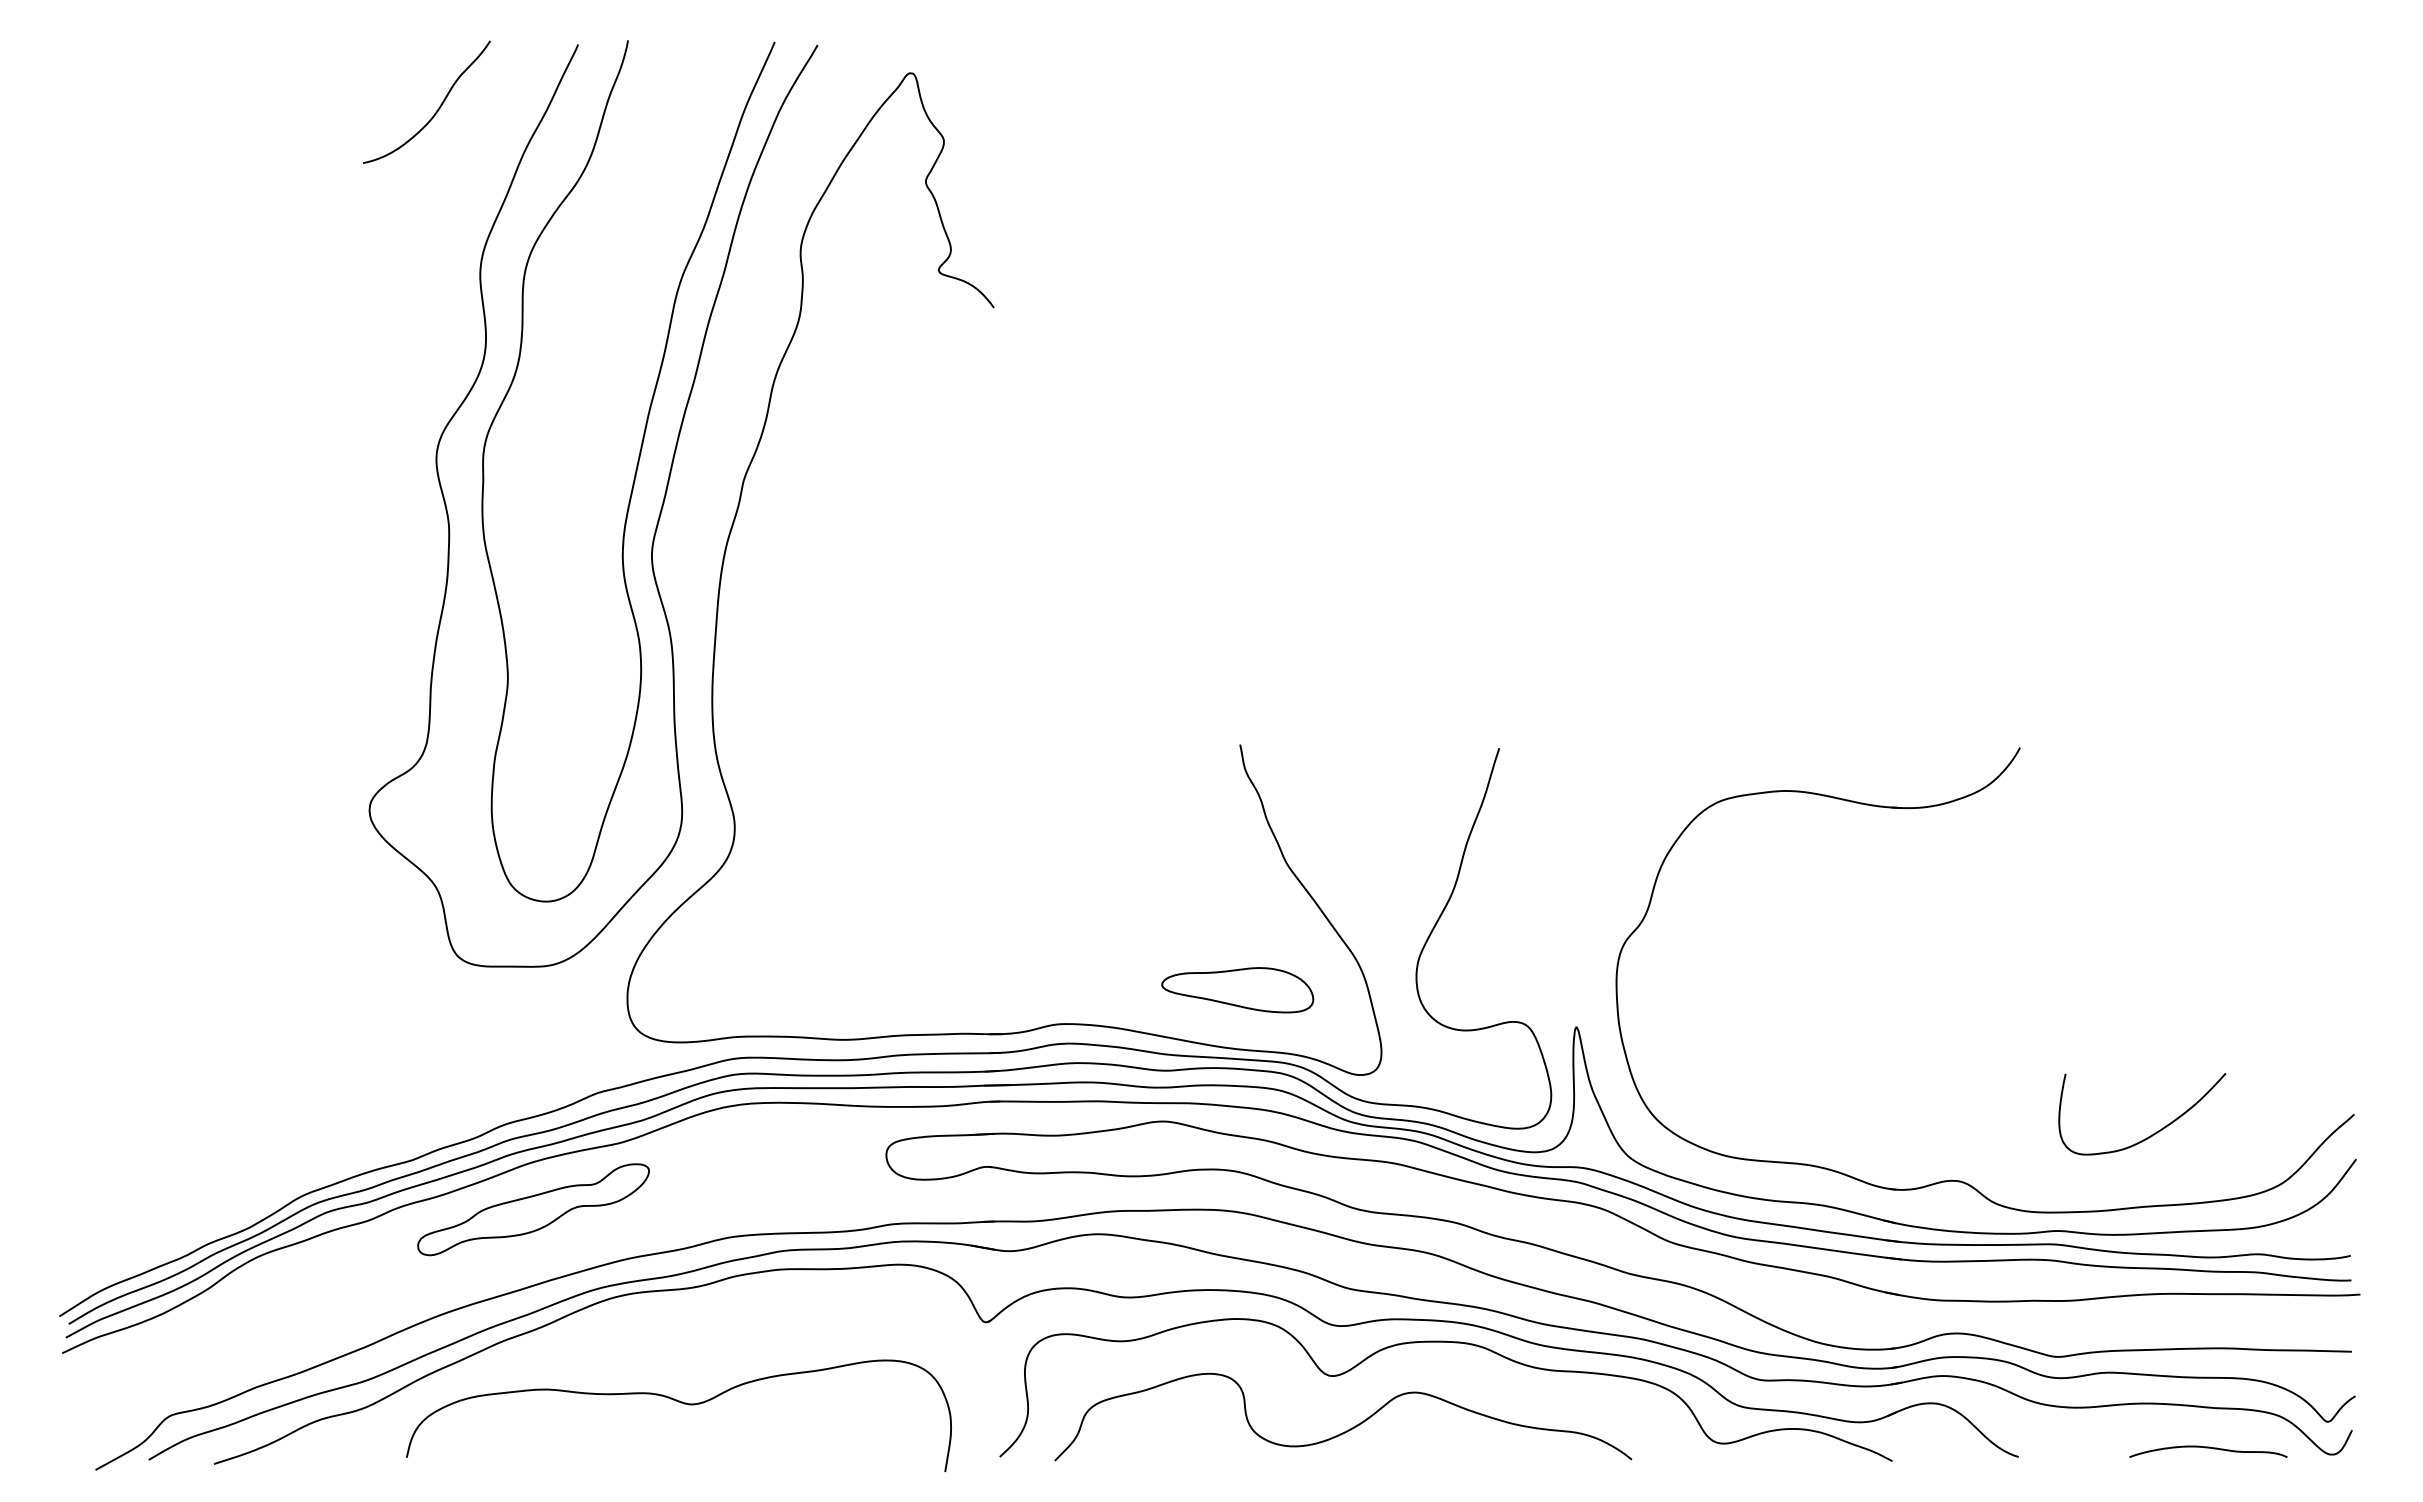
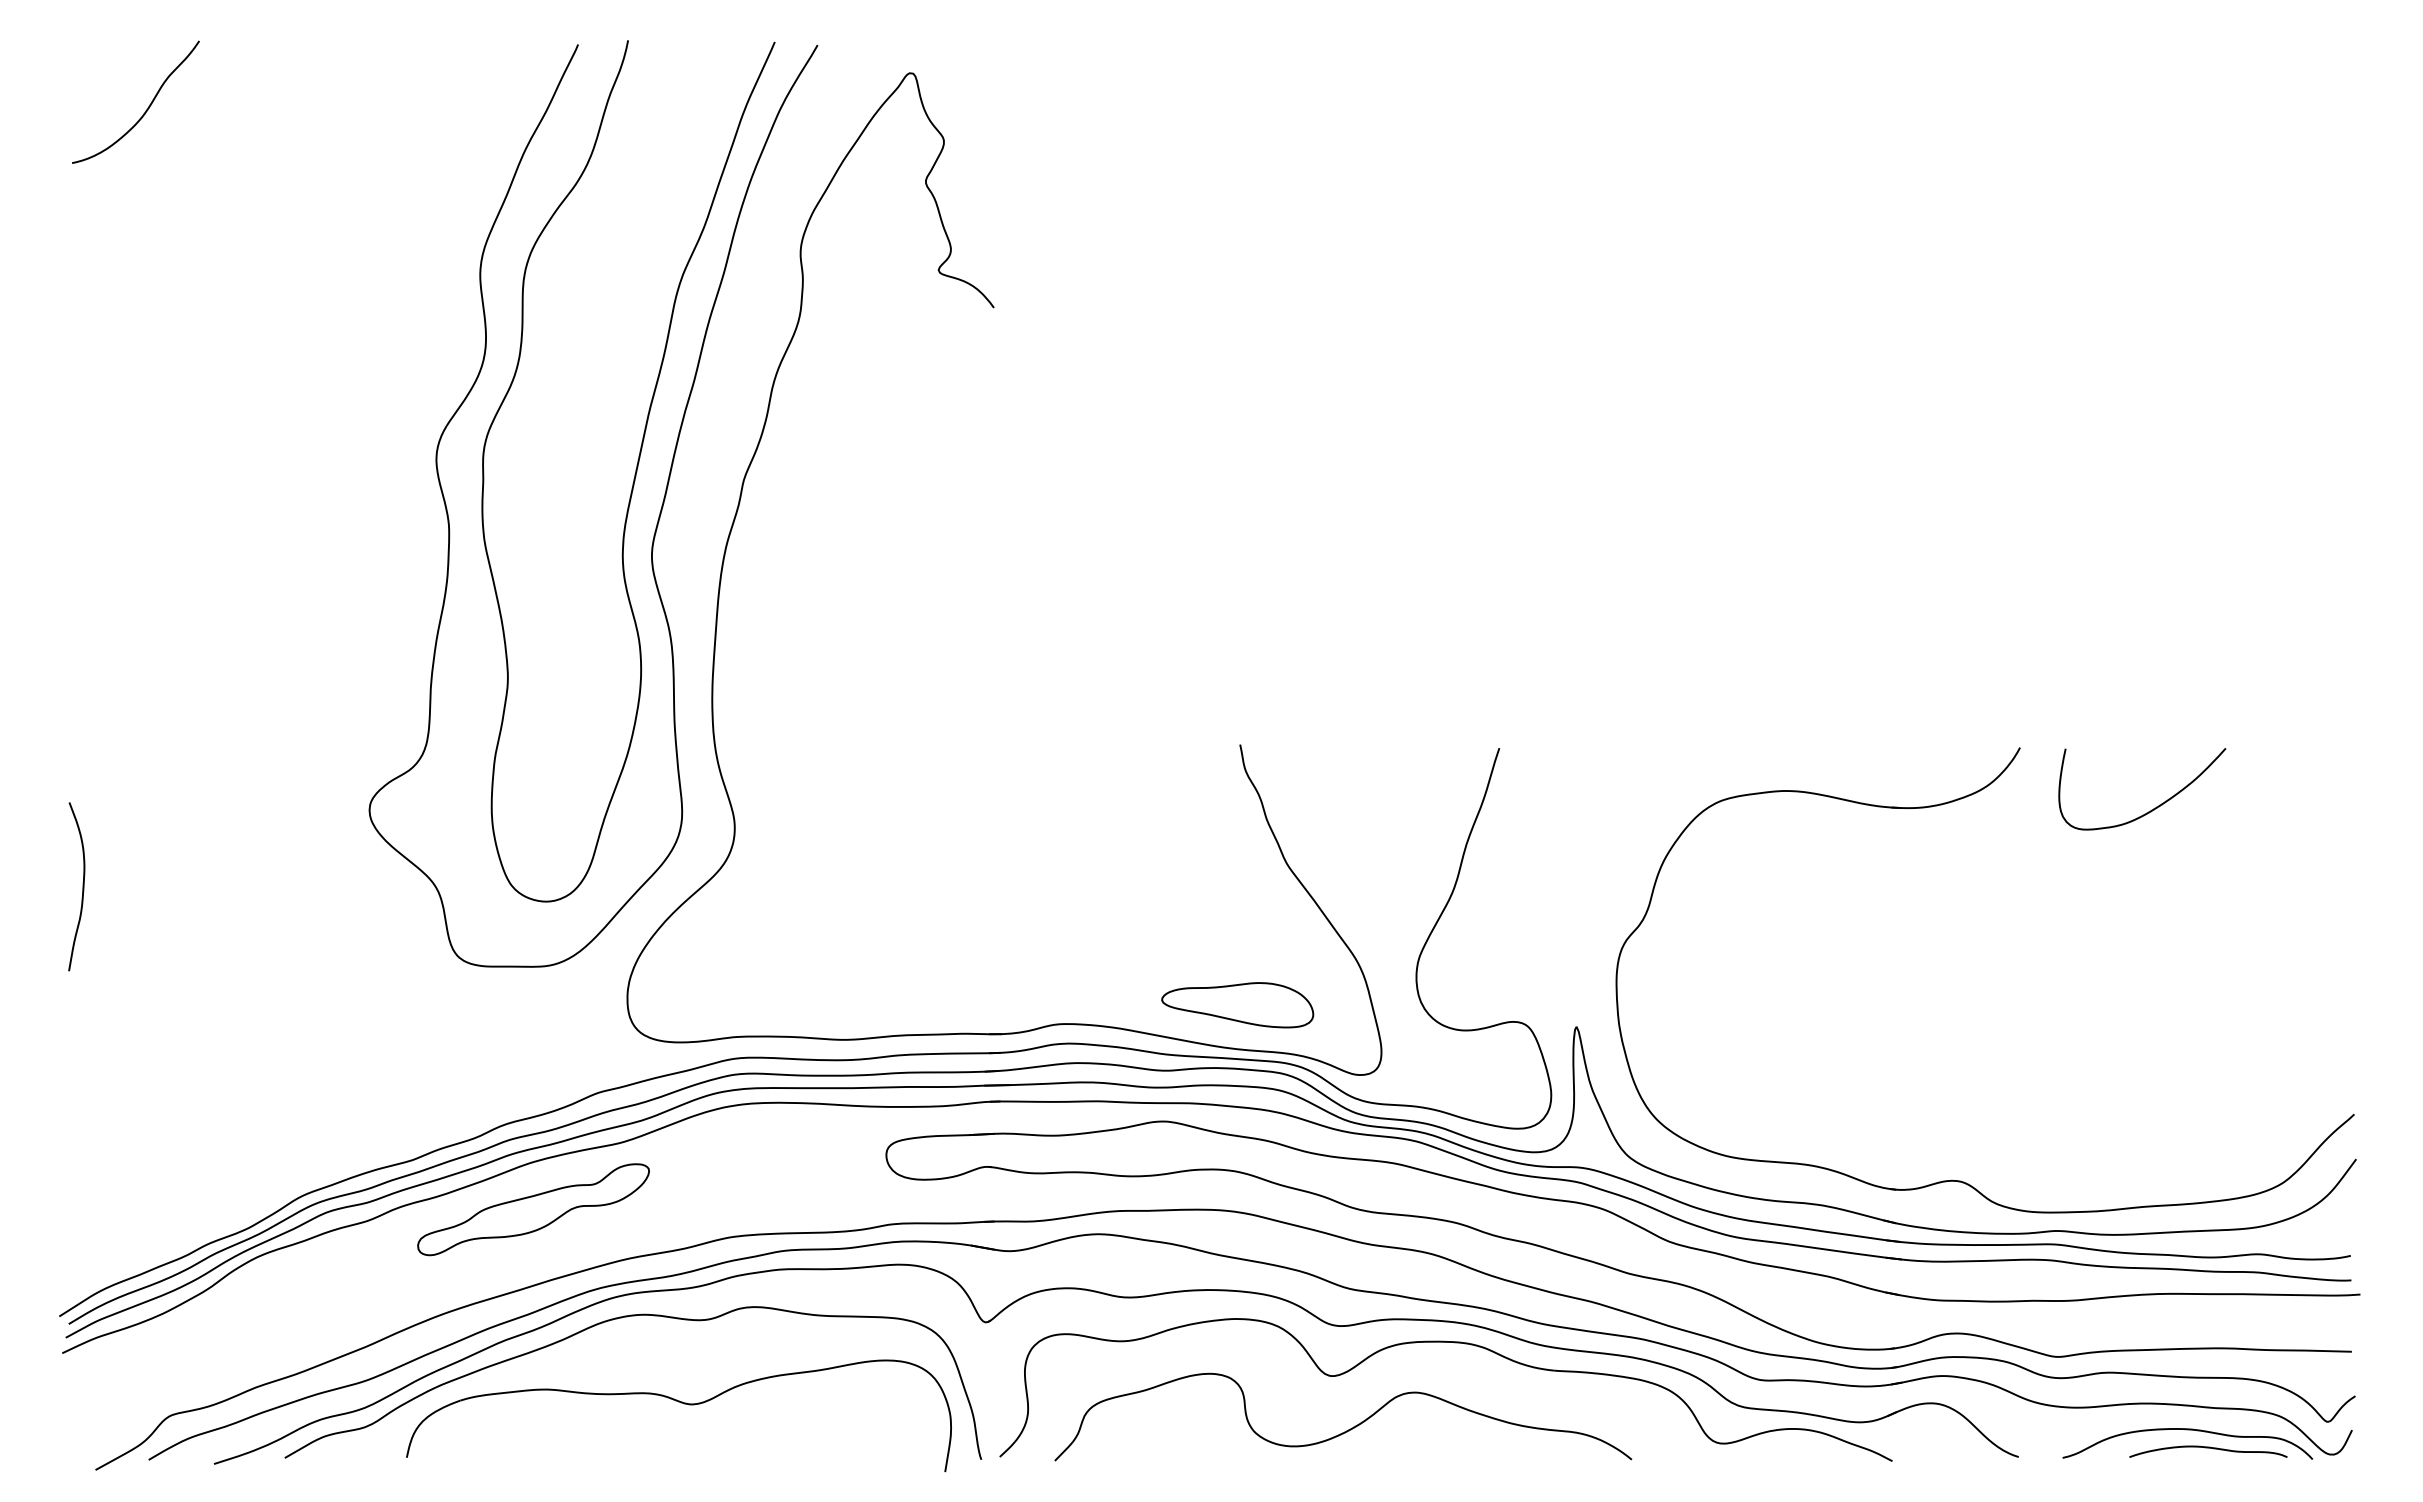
curve at (438, 107) position: (438, 107) -> (147, 107)
curve at (82, 886): none -> present
part at (1237, 990) position: (1237, 990) -> (1237, 1005)
curve at (2151, 1134) position: (2151, 1134) -> (2151, 809)
curve at (617, 1319): none -> present
curve at (2187, 1430): none -> present
